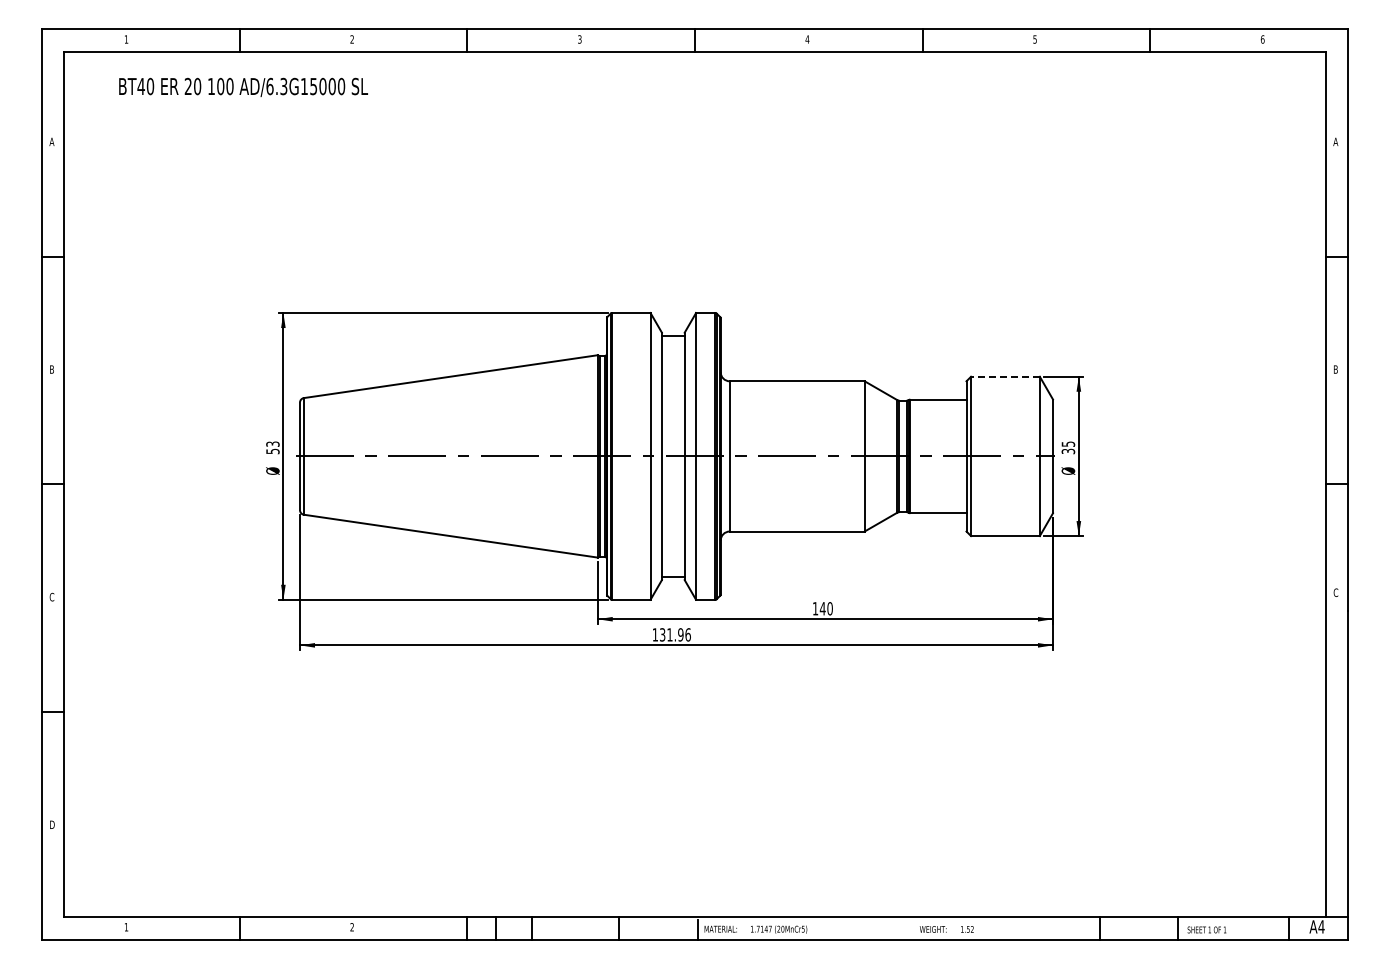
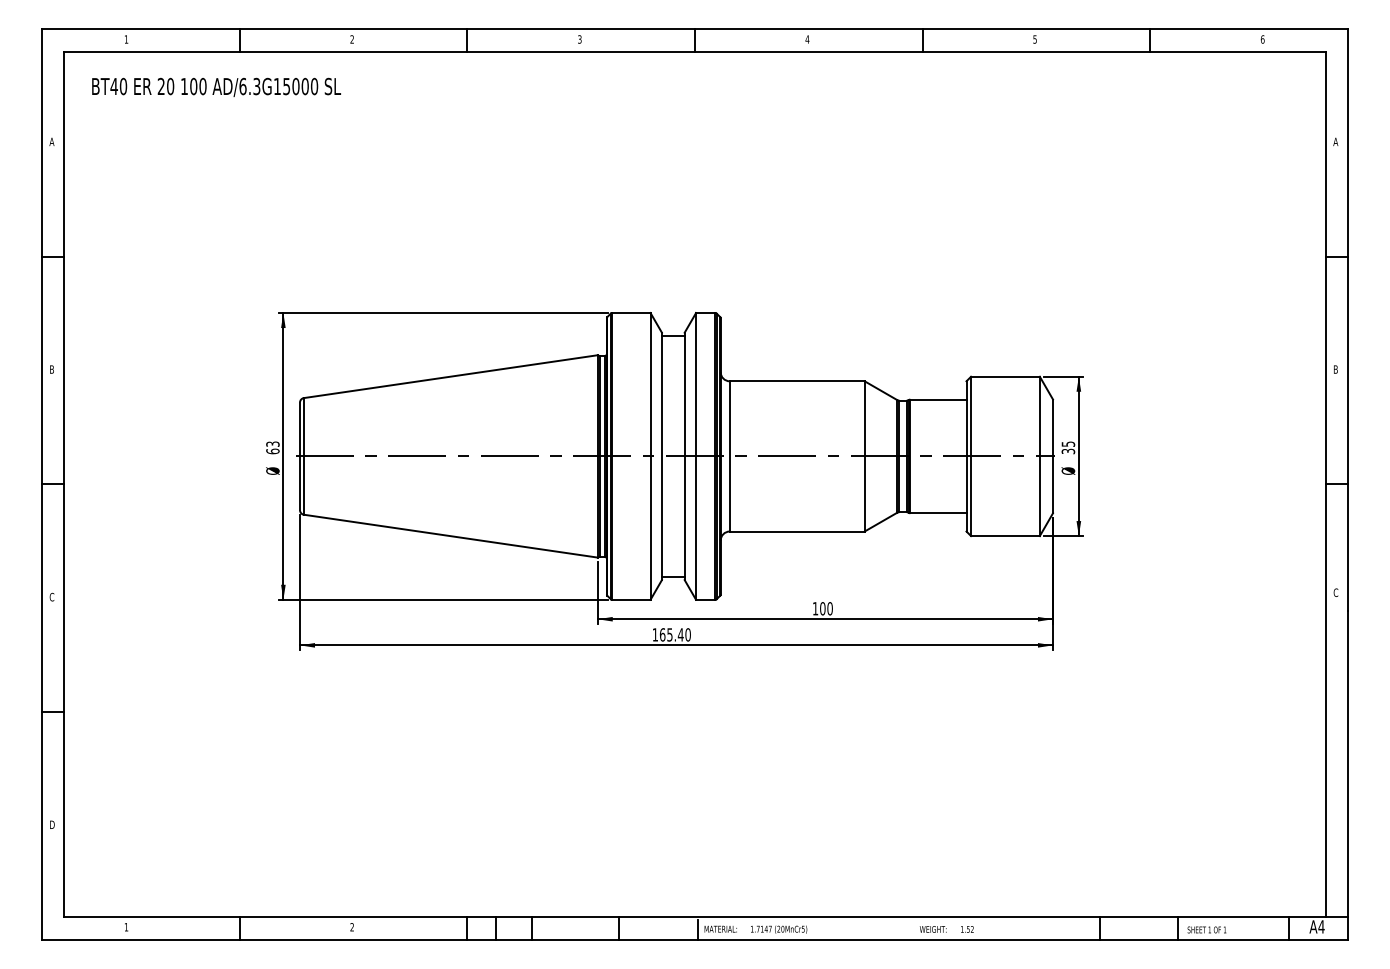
text at (243, 86) position: (243, 86) -> (216, 86)
line at (1004, 376): dashed -> solid
text at (272, 451): 53 -> 63
text at (822, 608): 140 -> 100
text at (674, 634): 131.96 -> 165.40
